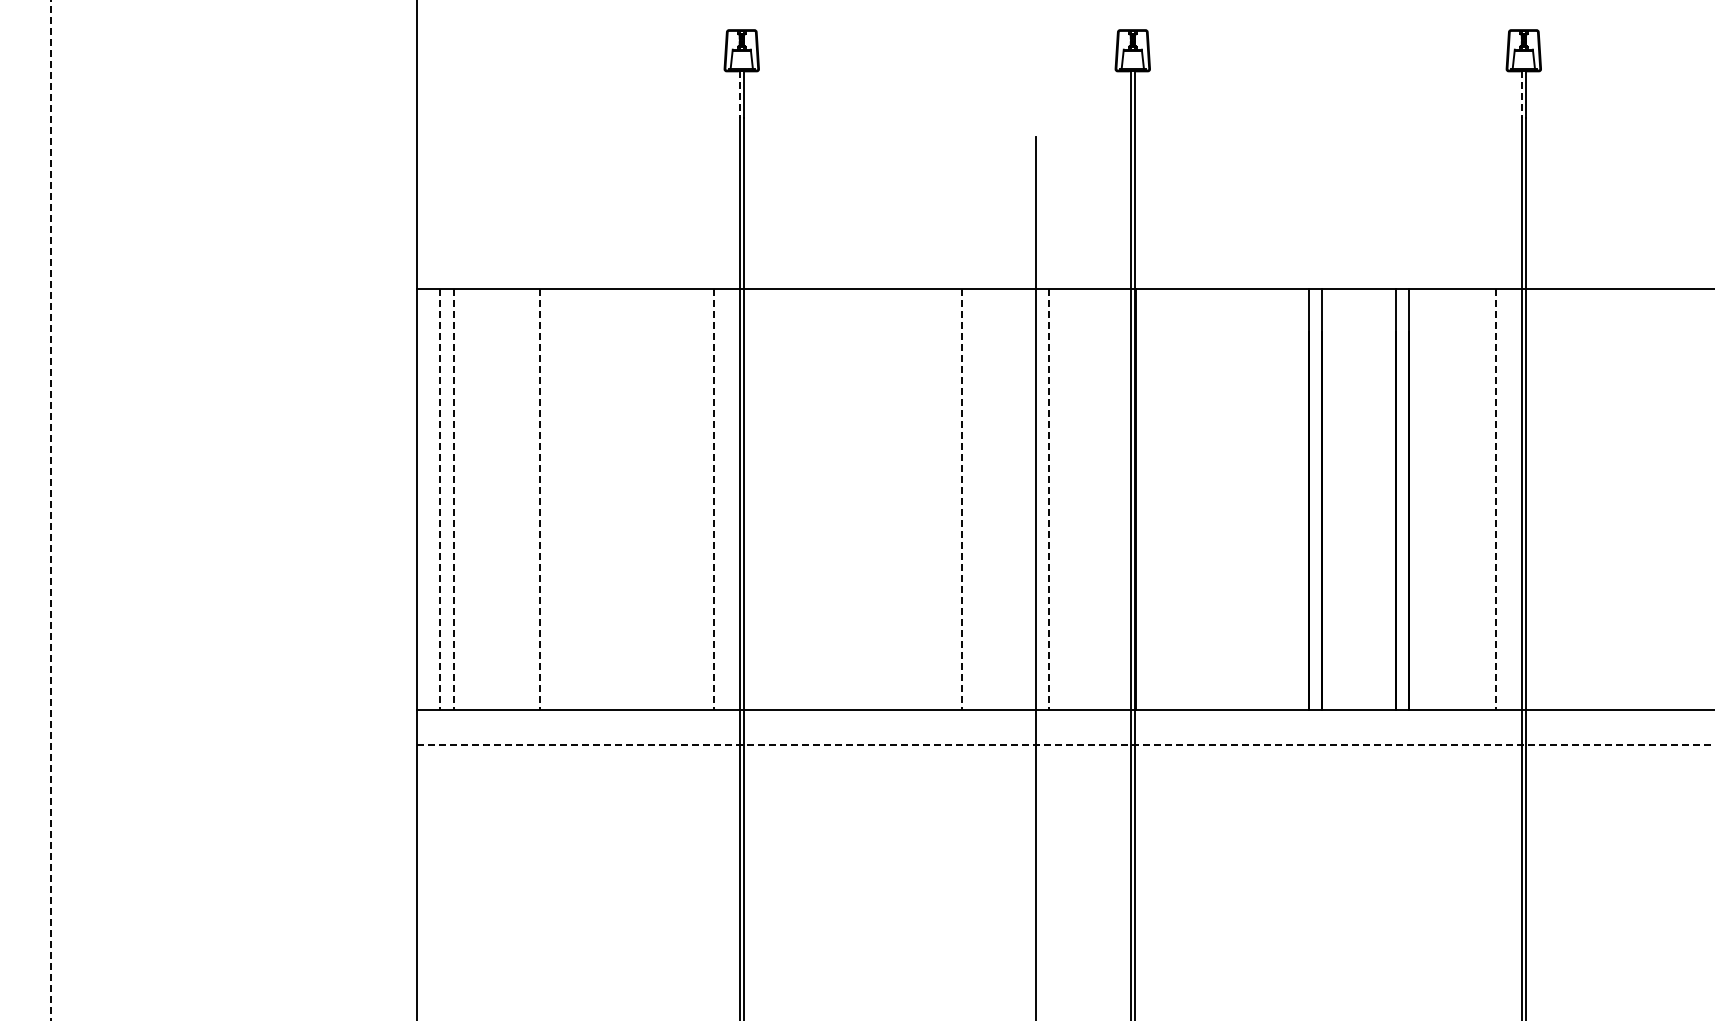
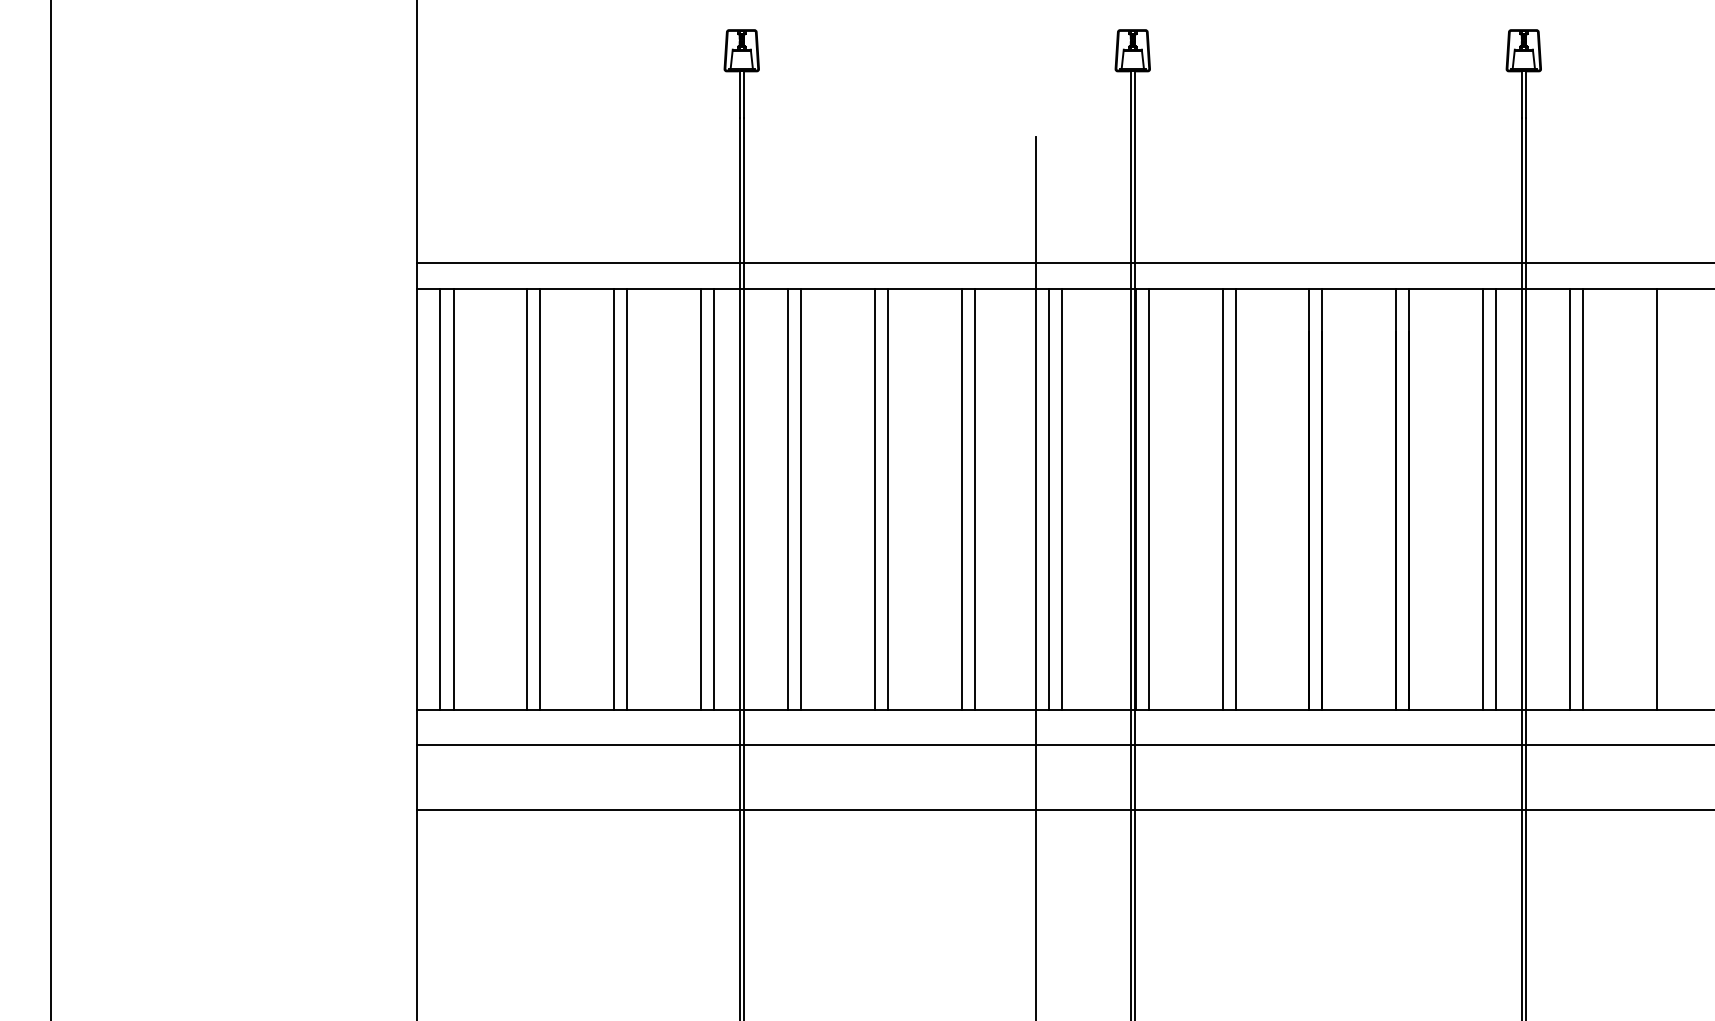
line at (739, 94): dashed -> solid
line at (1521, 94): dashed -> solid
line at (1063, 262): none -> present
line at (440, 499): dashed -> solid
line at (453, 499): dashed -> solid
line at (527, 499): none -> present
line at (540, 499): dashed -> solid
line at (614, 499): none -> present
line at (627, 499): none -> present
line at (701, 499): none -> present
line at (714, 499): dashed -> solid
line at (788, 499): none -> present
line at (801, 499): none -> present
line at (874, 499): none -> present
line at (888, 499): none -> present
line at (961, 499): dashed -> solid
line at (974, 499): none -> present
line at (1048, 499): dashed -> solid
line at (1061, 499): none -> present
line at (1148, 499): none -> present
line at (1222, 499): none -> present
line at (1235, 499): none -> present
line at (1483, 499): none -> present
line at (1496, 499): dashed -> solid
line at (1570, 499): none -> present
line at (1583, 499): none -> present
line at (1657, 499): none -> present
line at (51, 510): dashed -> solid
line at (1065, 745): dashed -> solid
line at (1063, 810): none -> present
